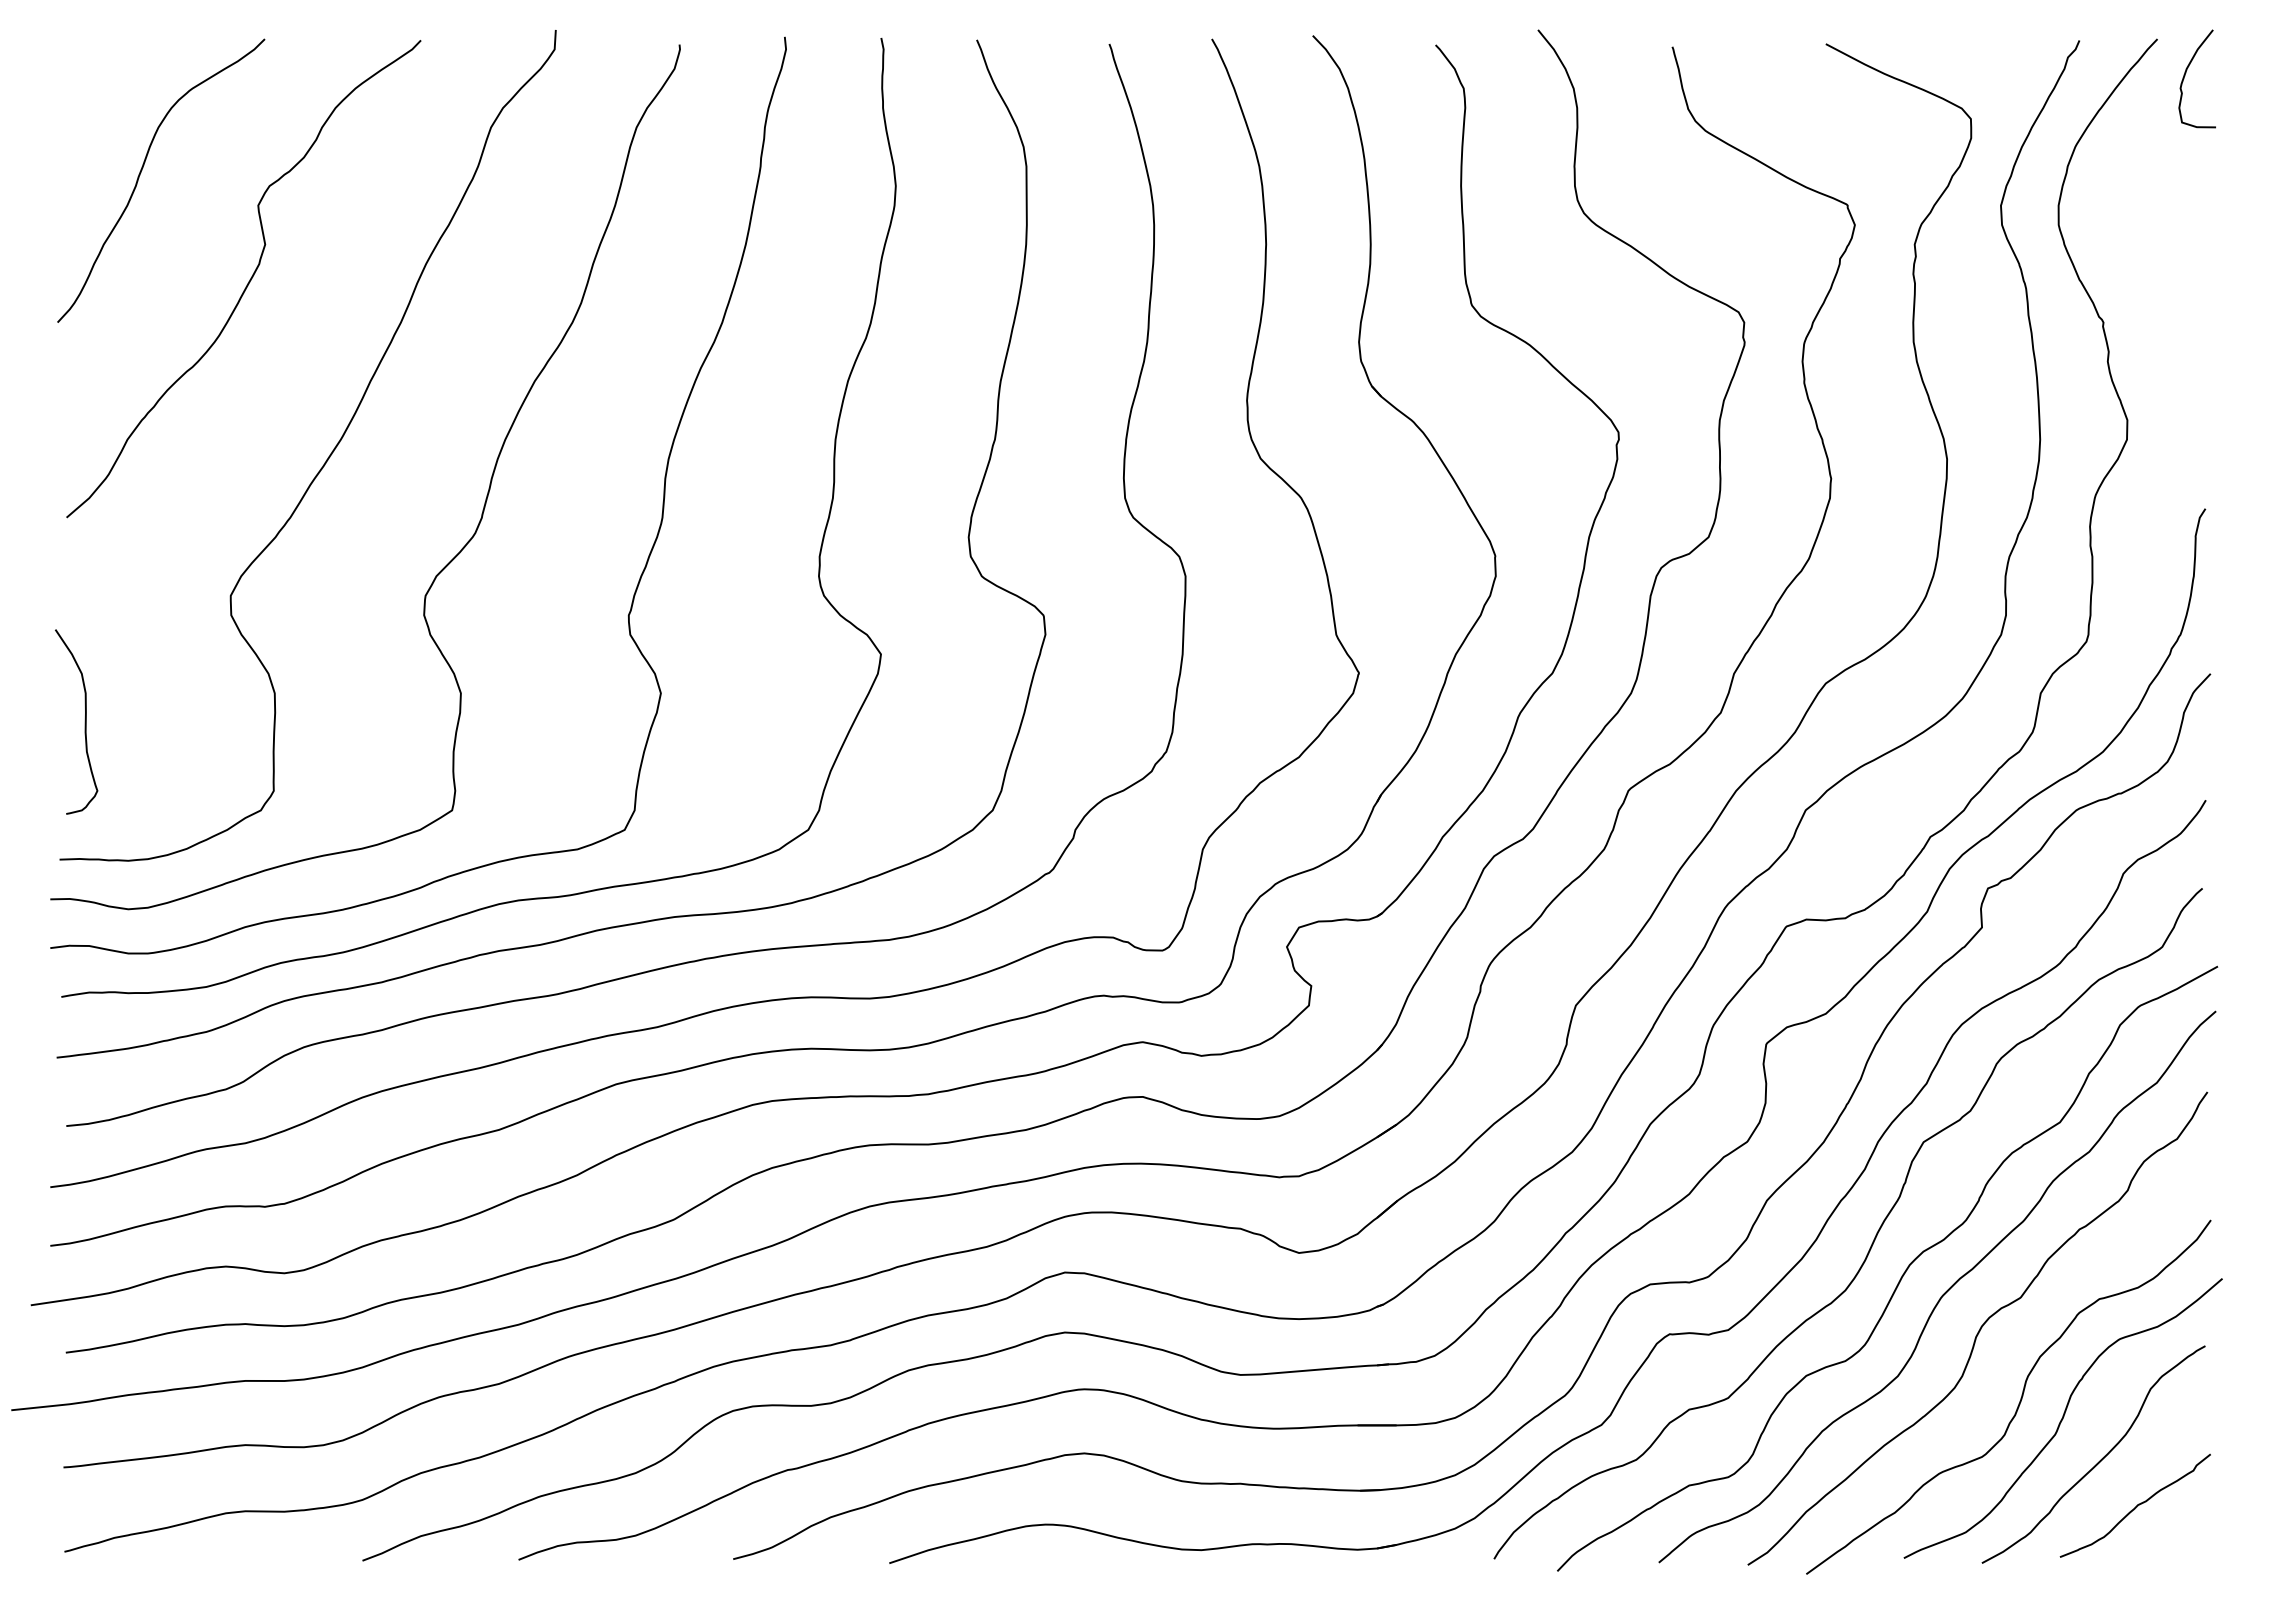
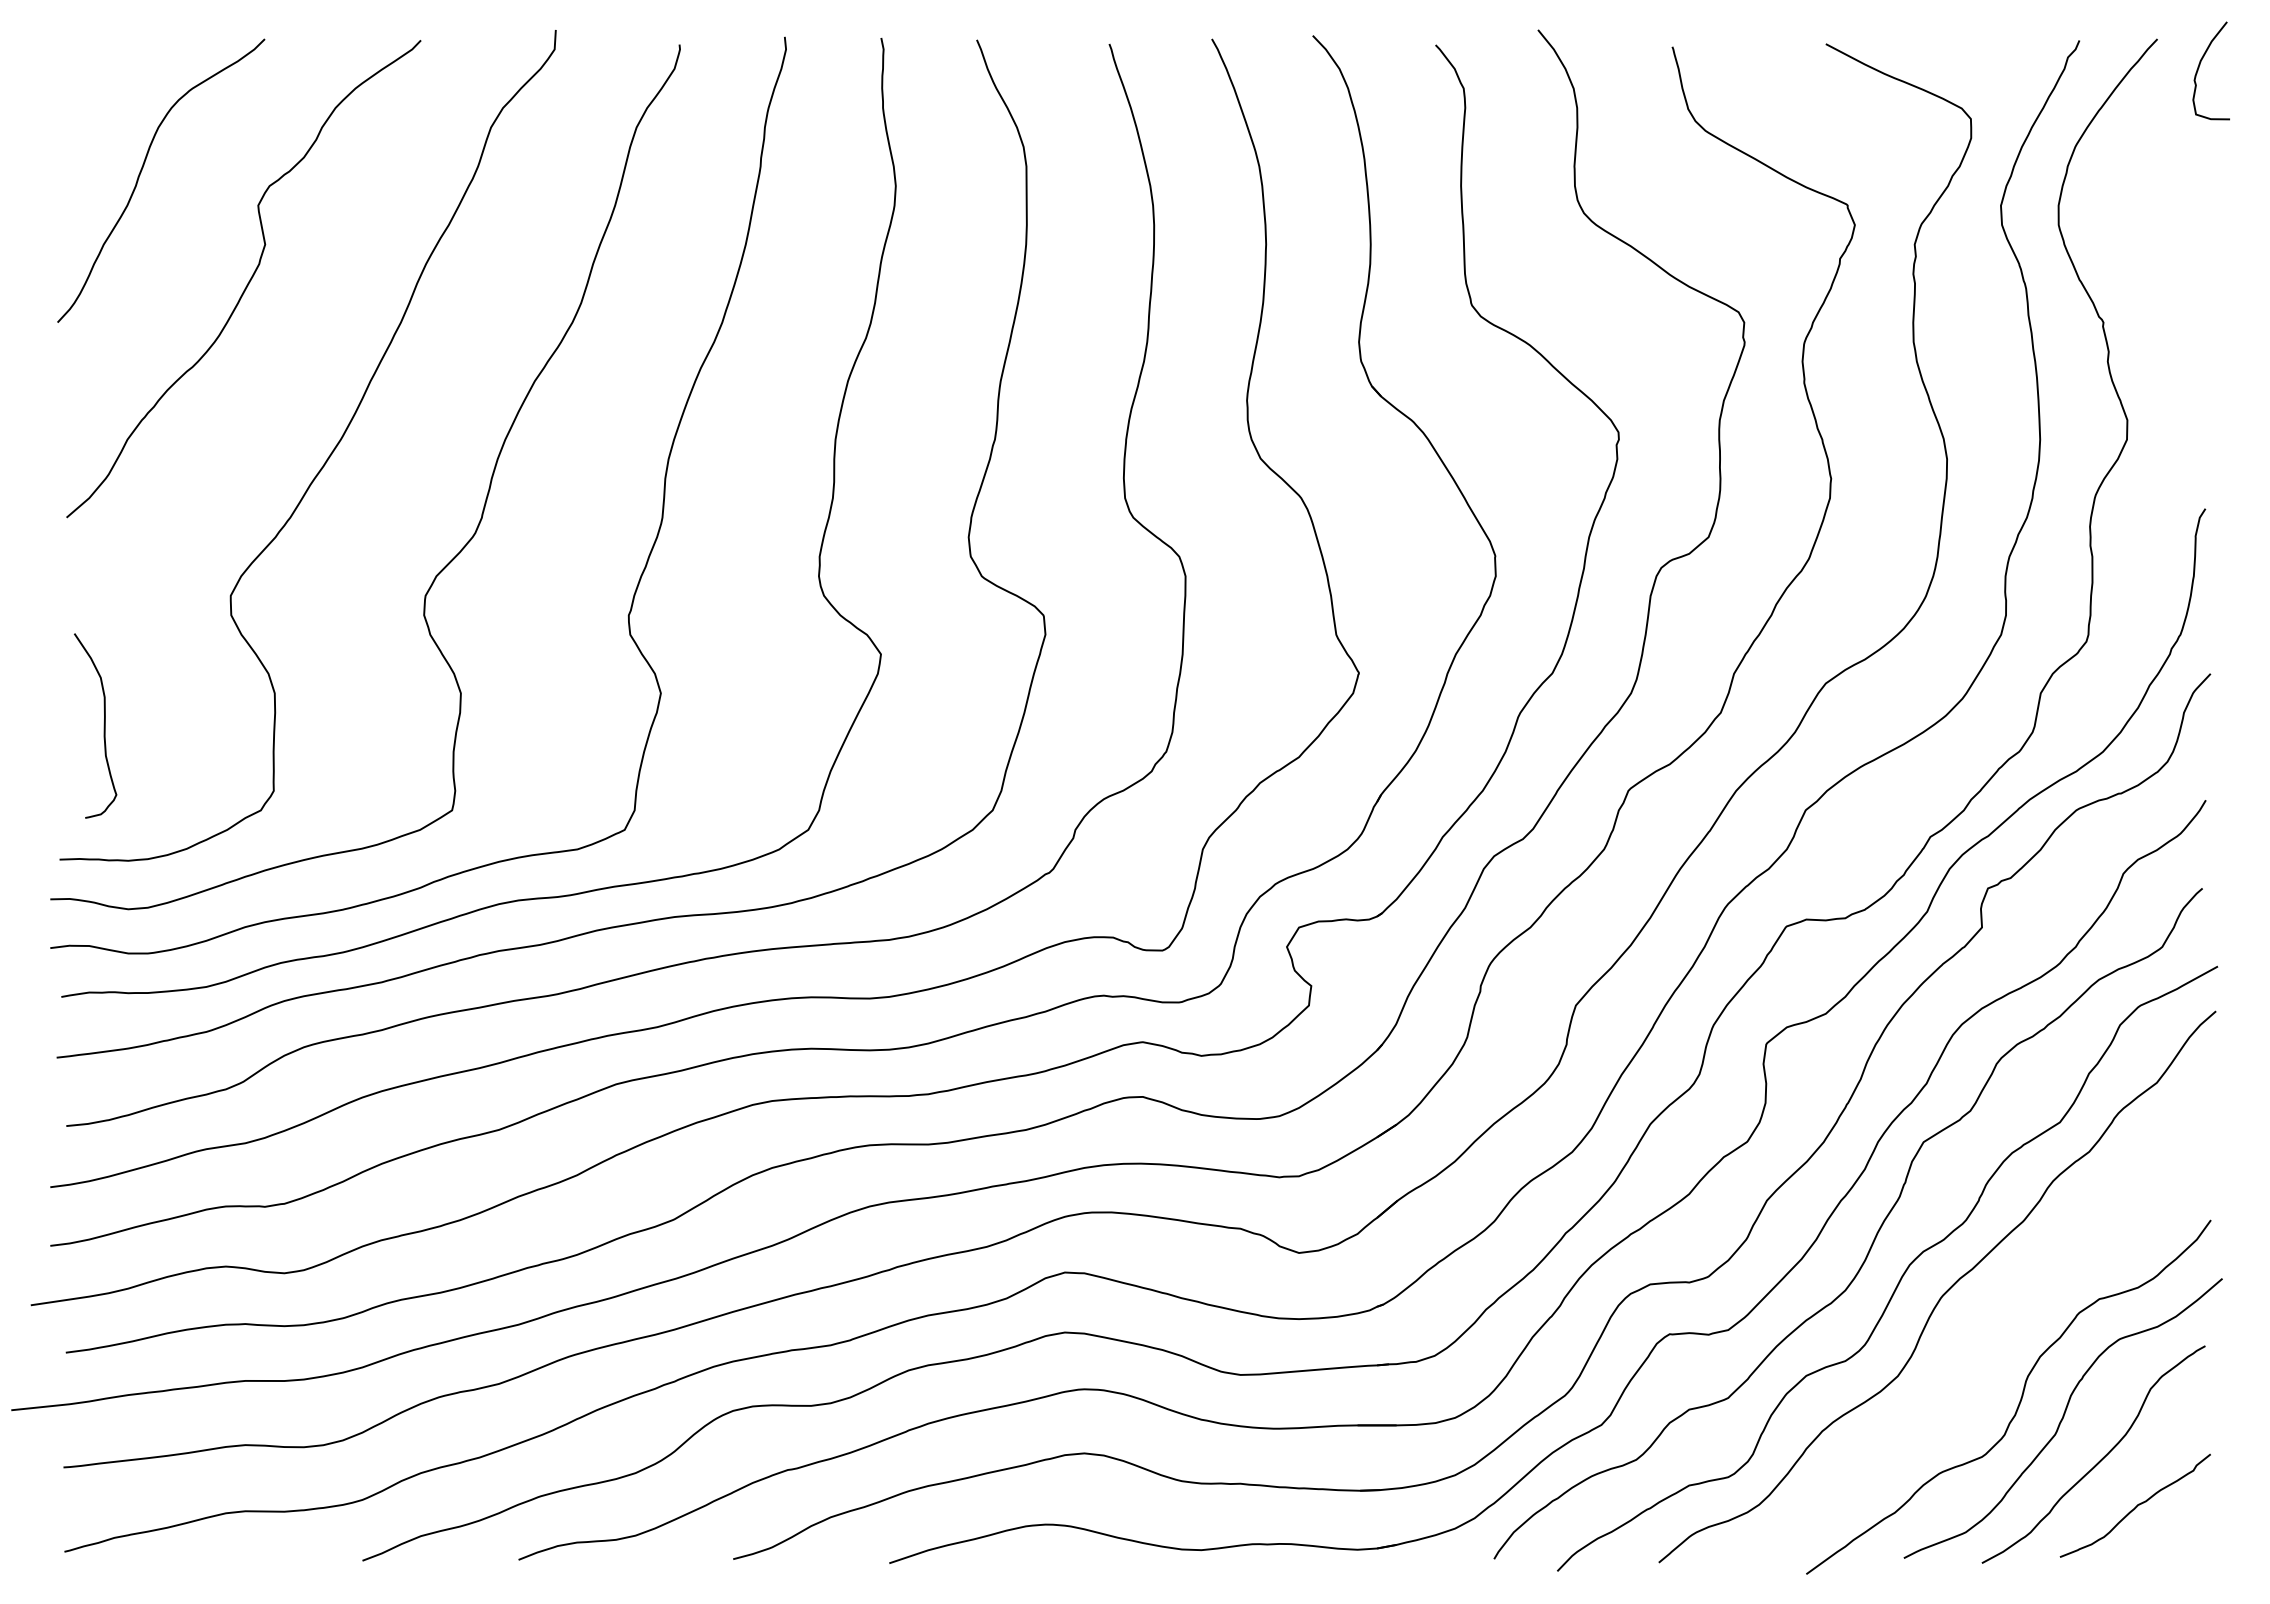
curve at (2186, 73) position: (2186, 73) -> (2200, 65)
curve at (84, 721) position: (84, 721) -> (103, 725)
curve at (1979, 1328): present -> none
